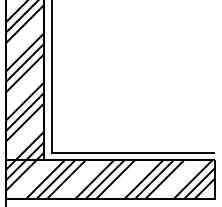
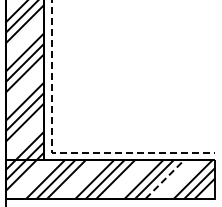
line at (56, 152): solid -> dashed
line at (165, 178): solid -> dashed
